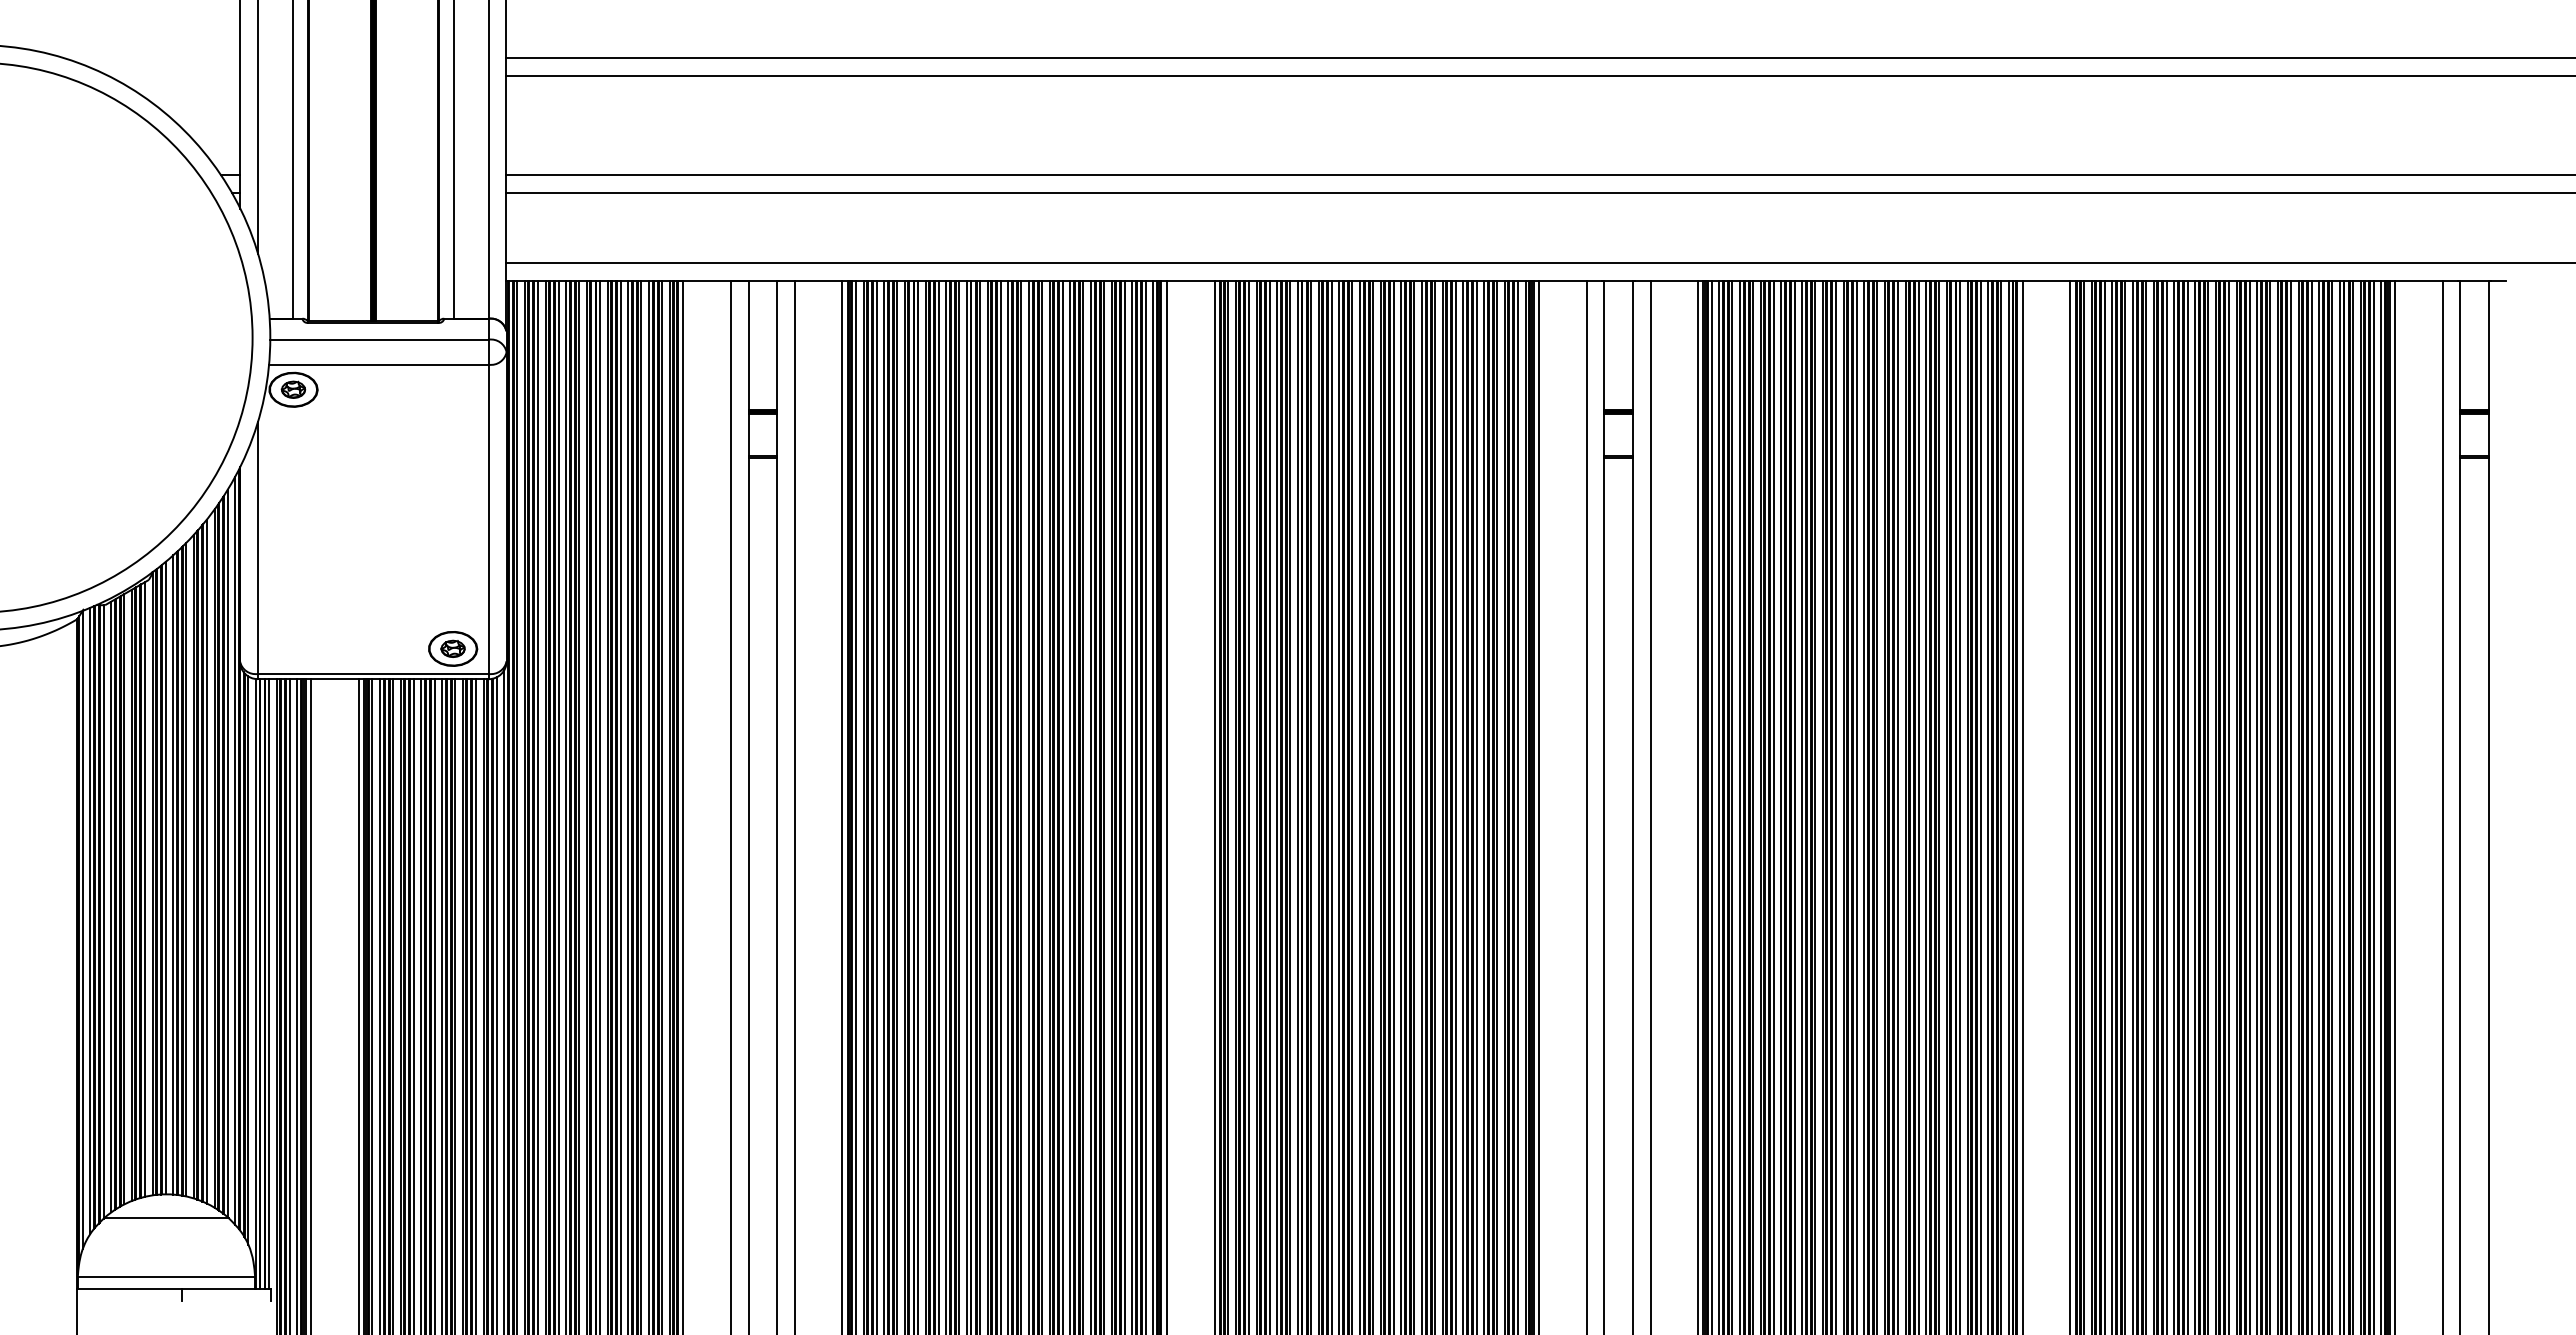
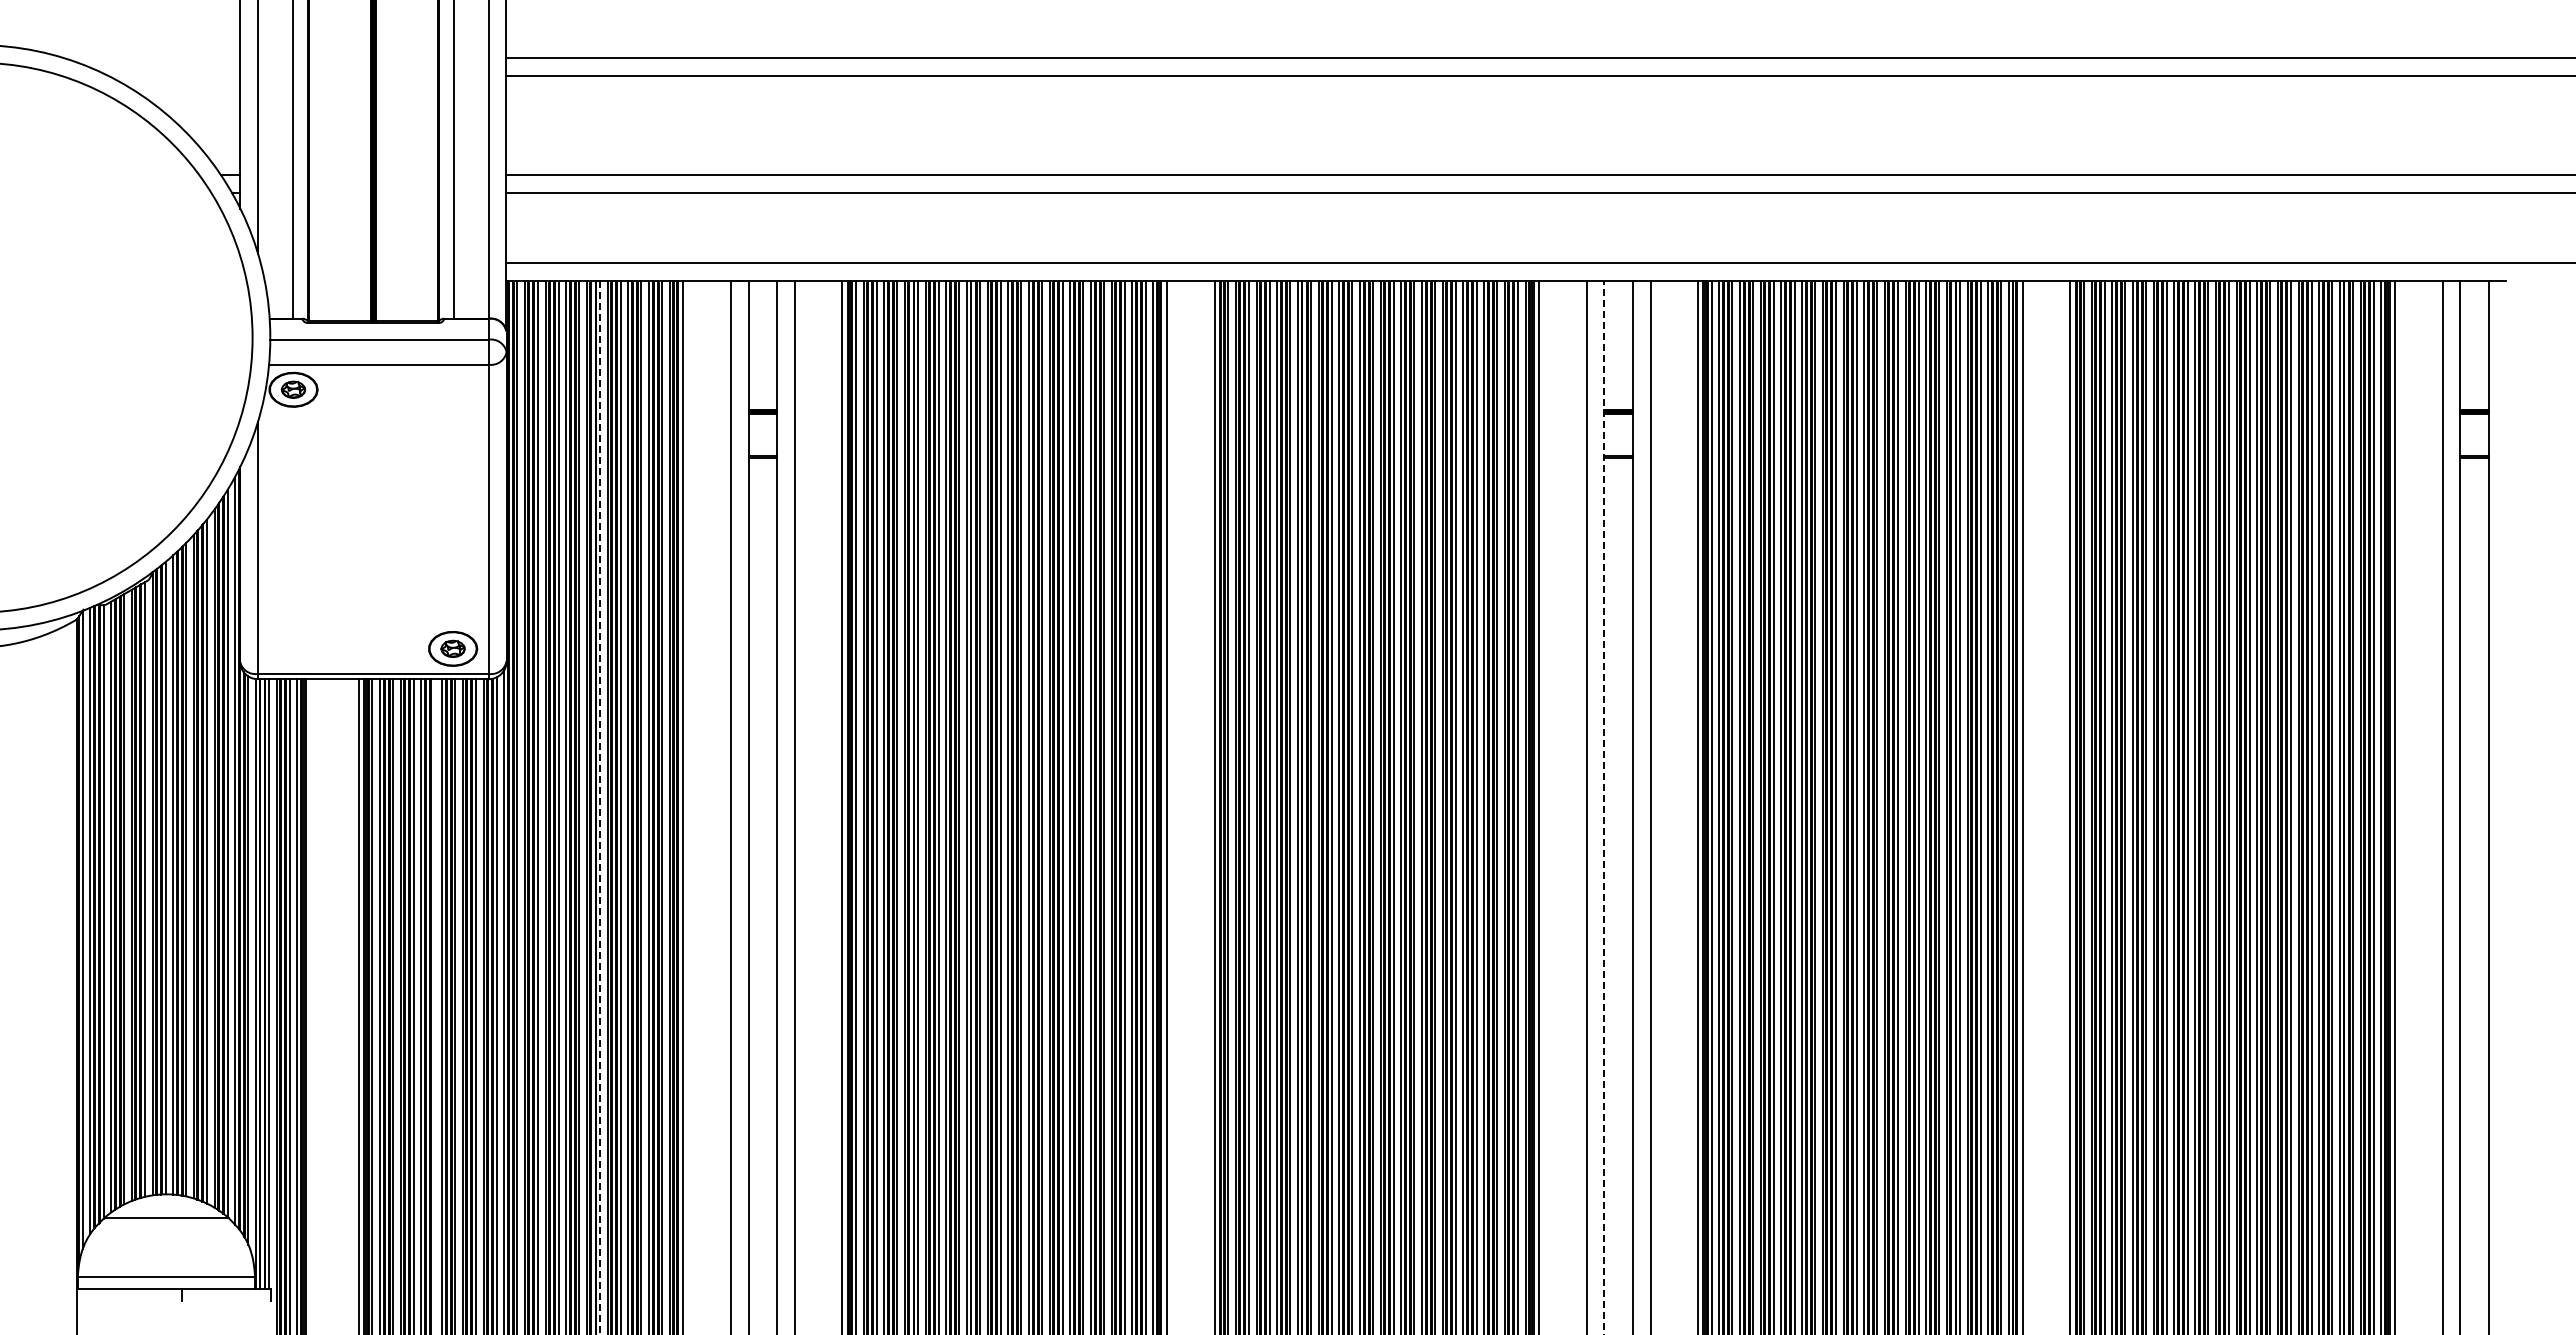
line at (1604, 807): solid -> dashed
line at (600, 808): solid -> dashed
line at (310, 1005): present -> none
line at (434, 1005): present -> none
